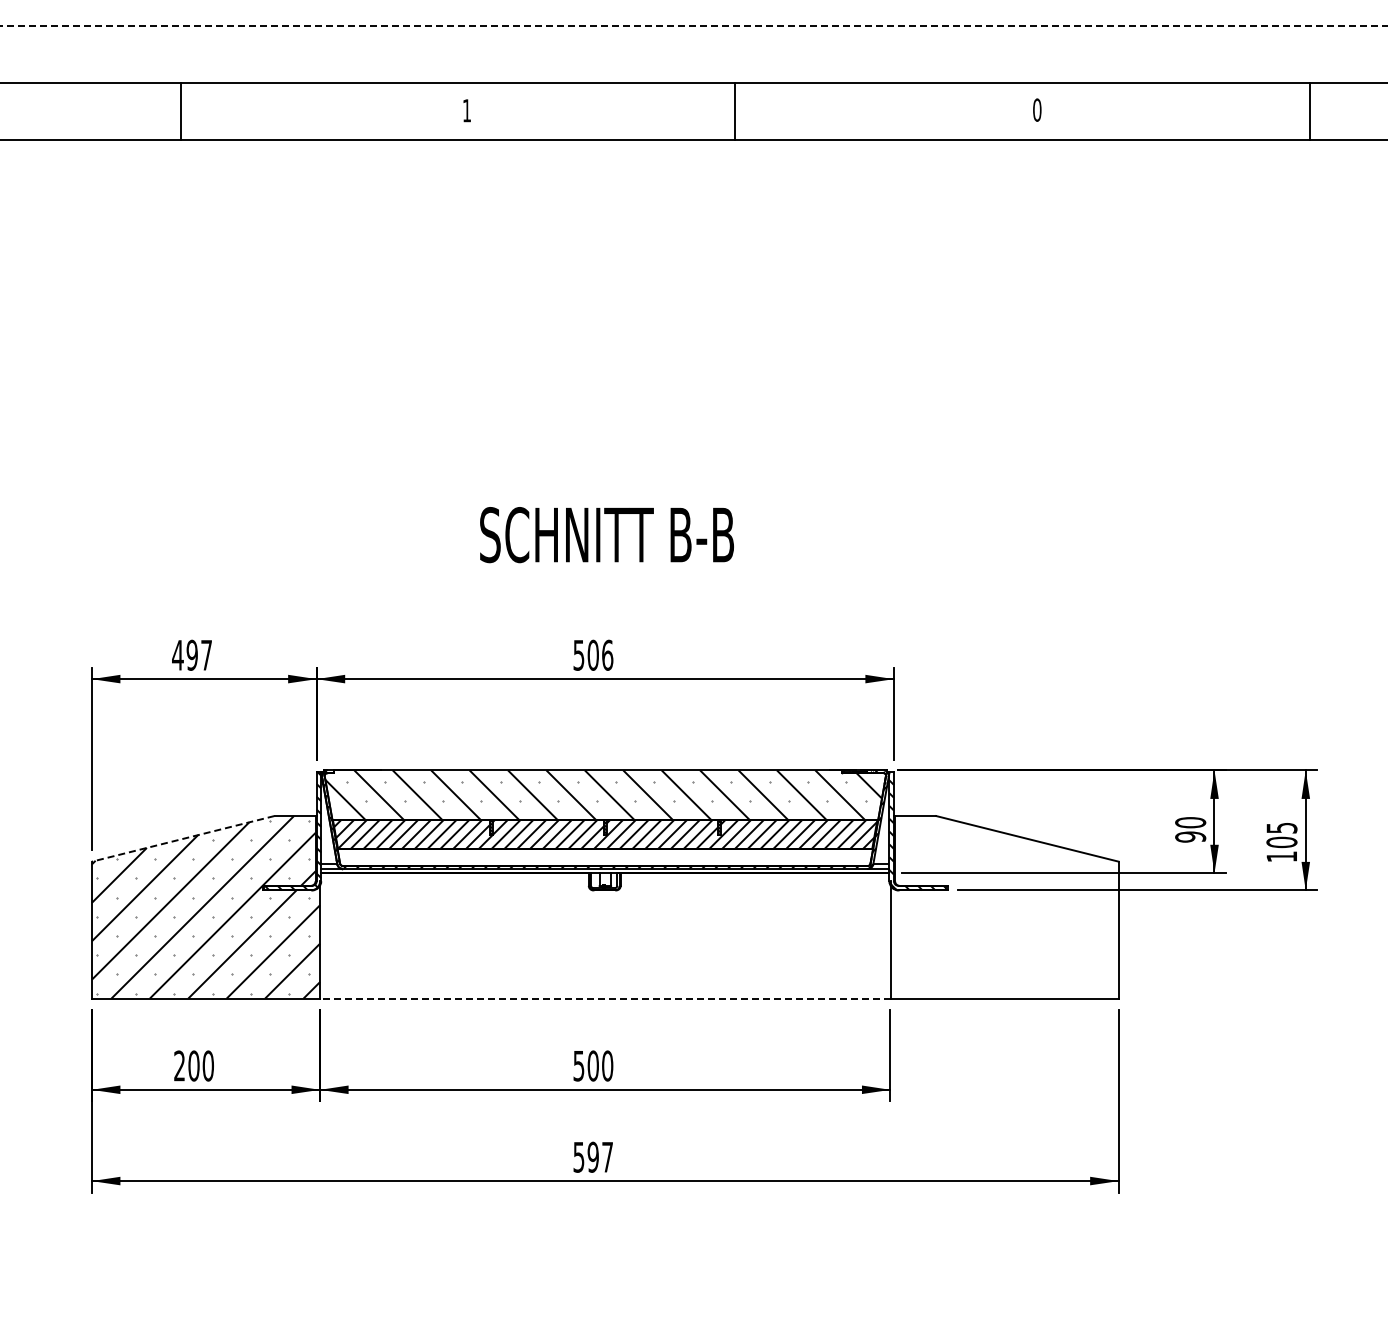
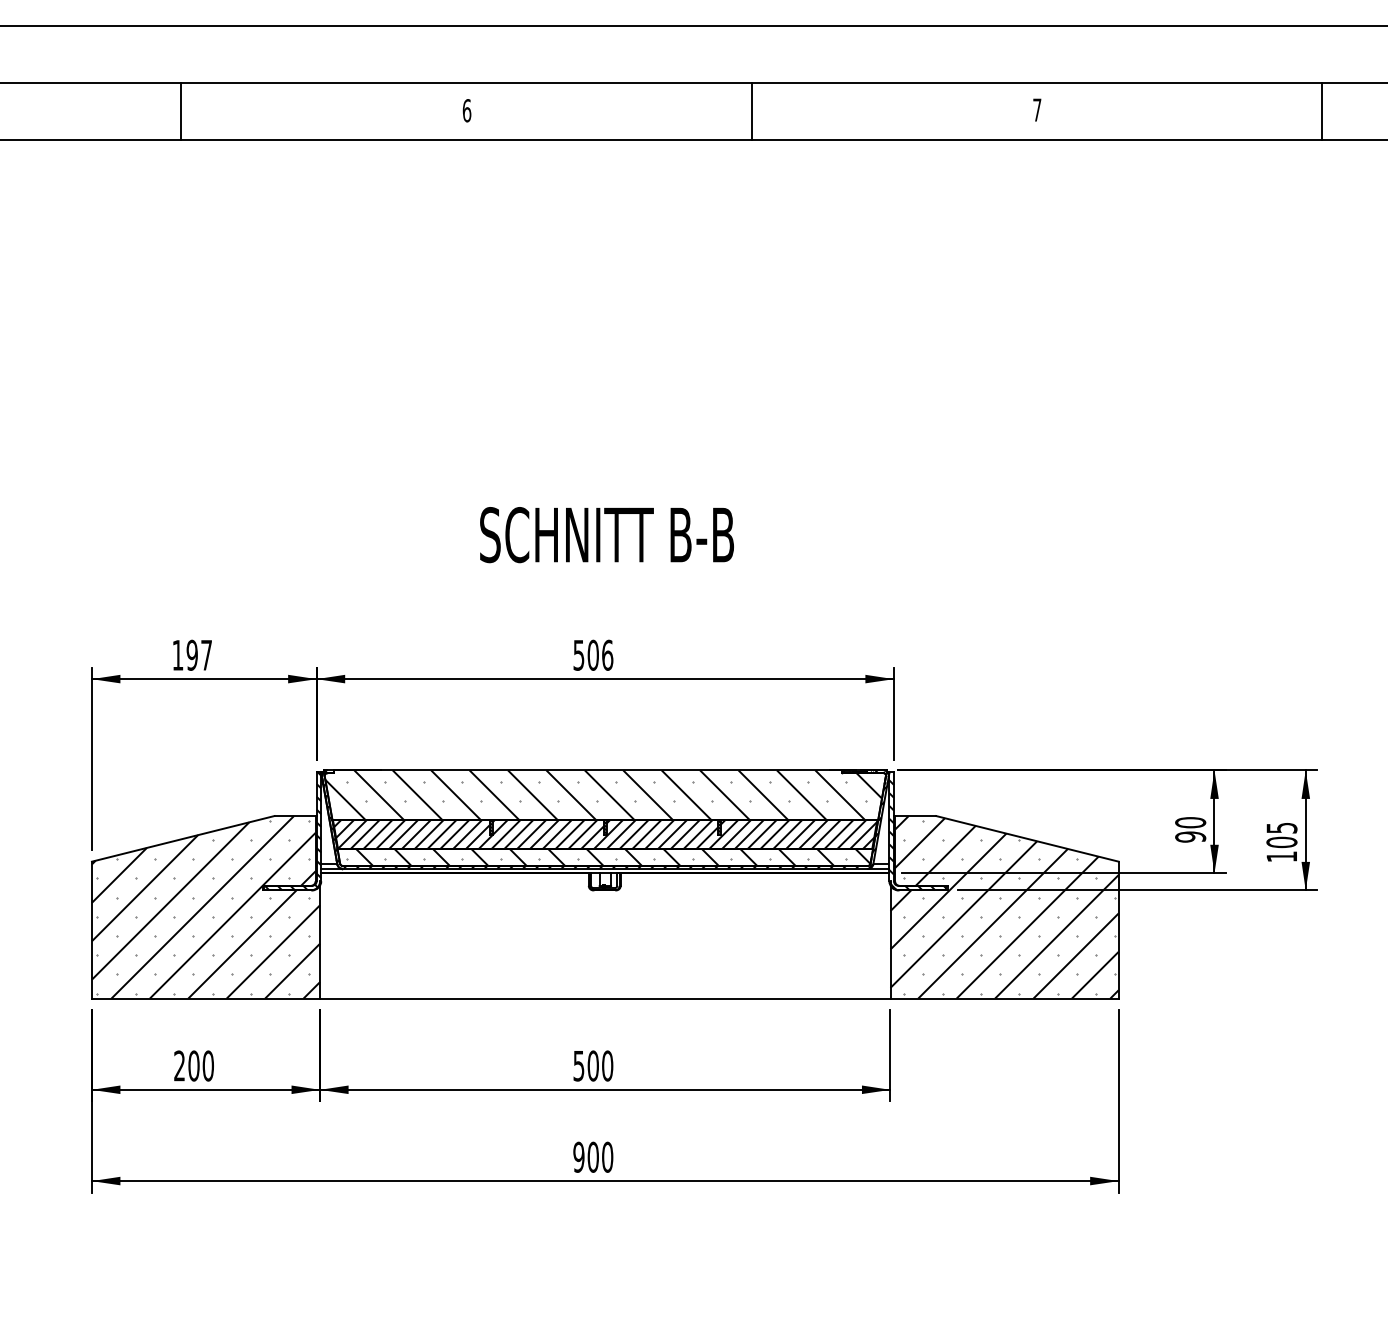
line at (694, 25): dashed -> solid
text at (1037, 109): 0 -> 7
text at (466, 110): 1 -> 6
line at (734, 110) position: (734, 110) -> (751, 110)
line at (1310, 110) position: (1310, 110) -> (1322, 110)
text at (177, 655): 497 -> 197
line at (182, 838): dashed -> solid
hatch at (608, 856): none -> present
hatch at (1004, 907): none -> present
line at (604, 998): dashed -> solid
text at (593, 1156): 597 -> 900
